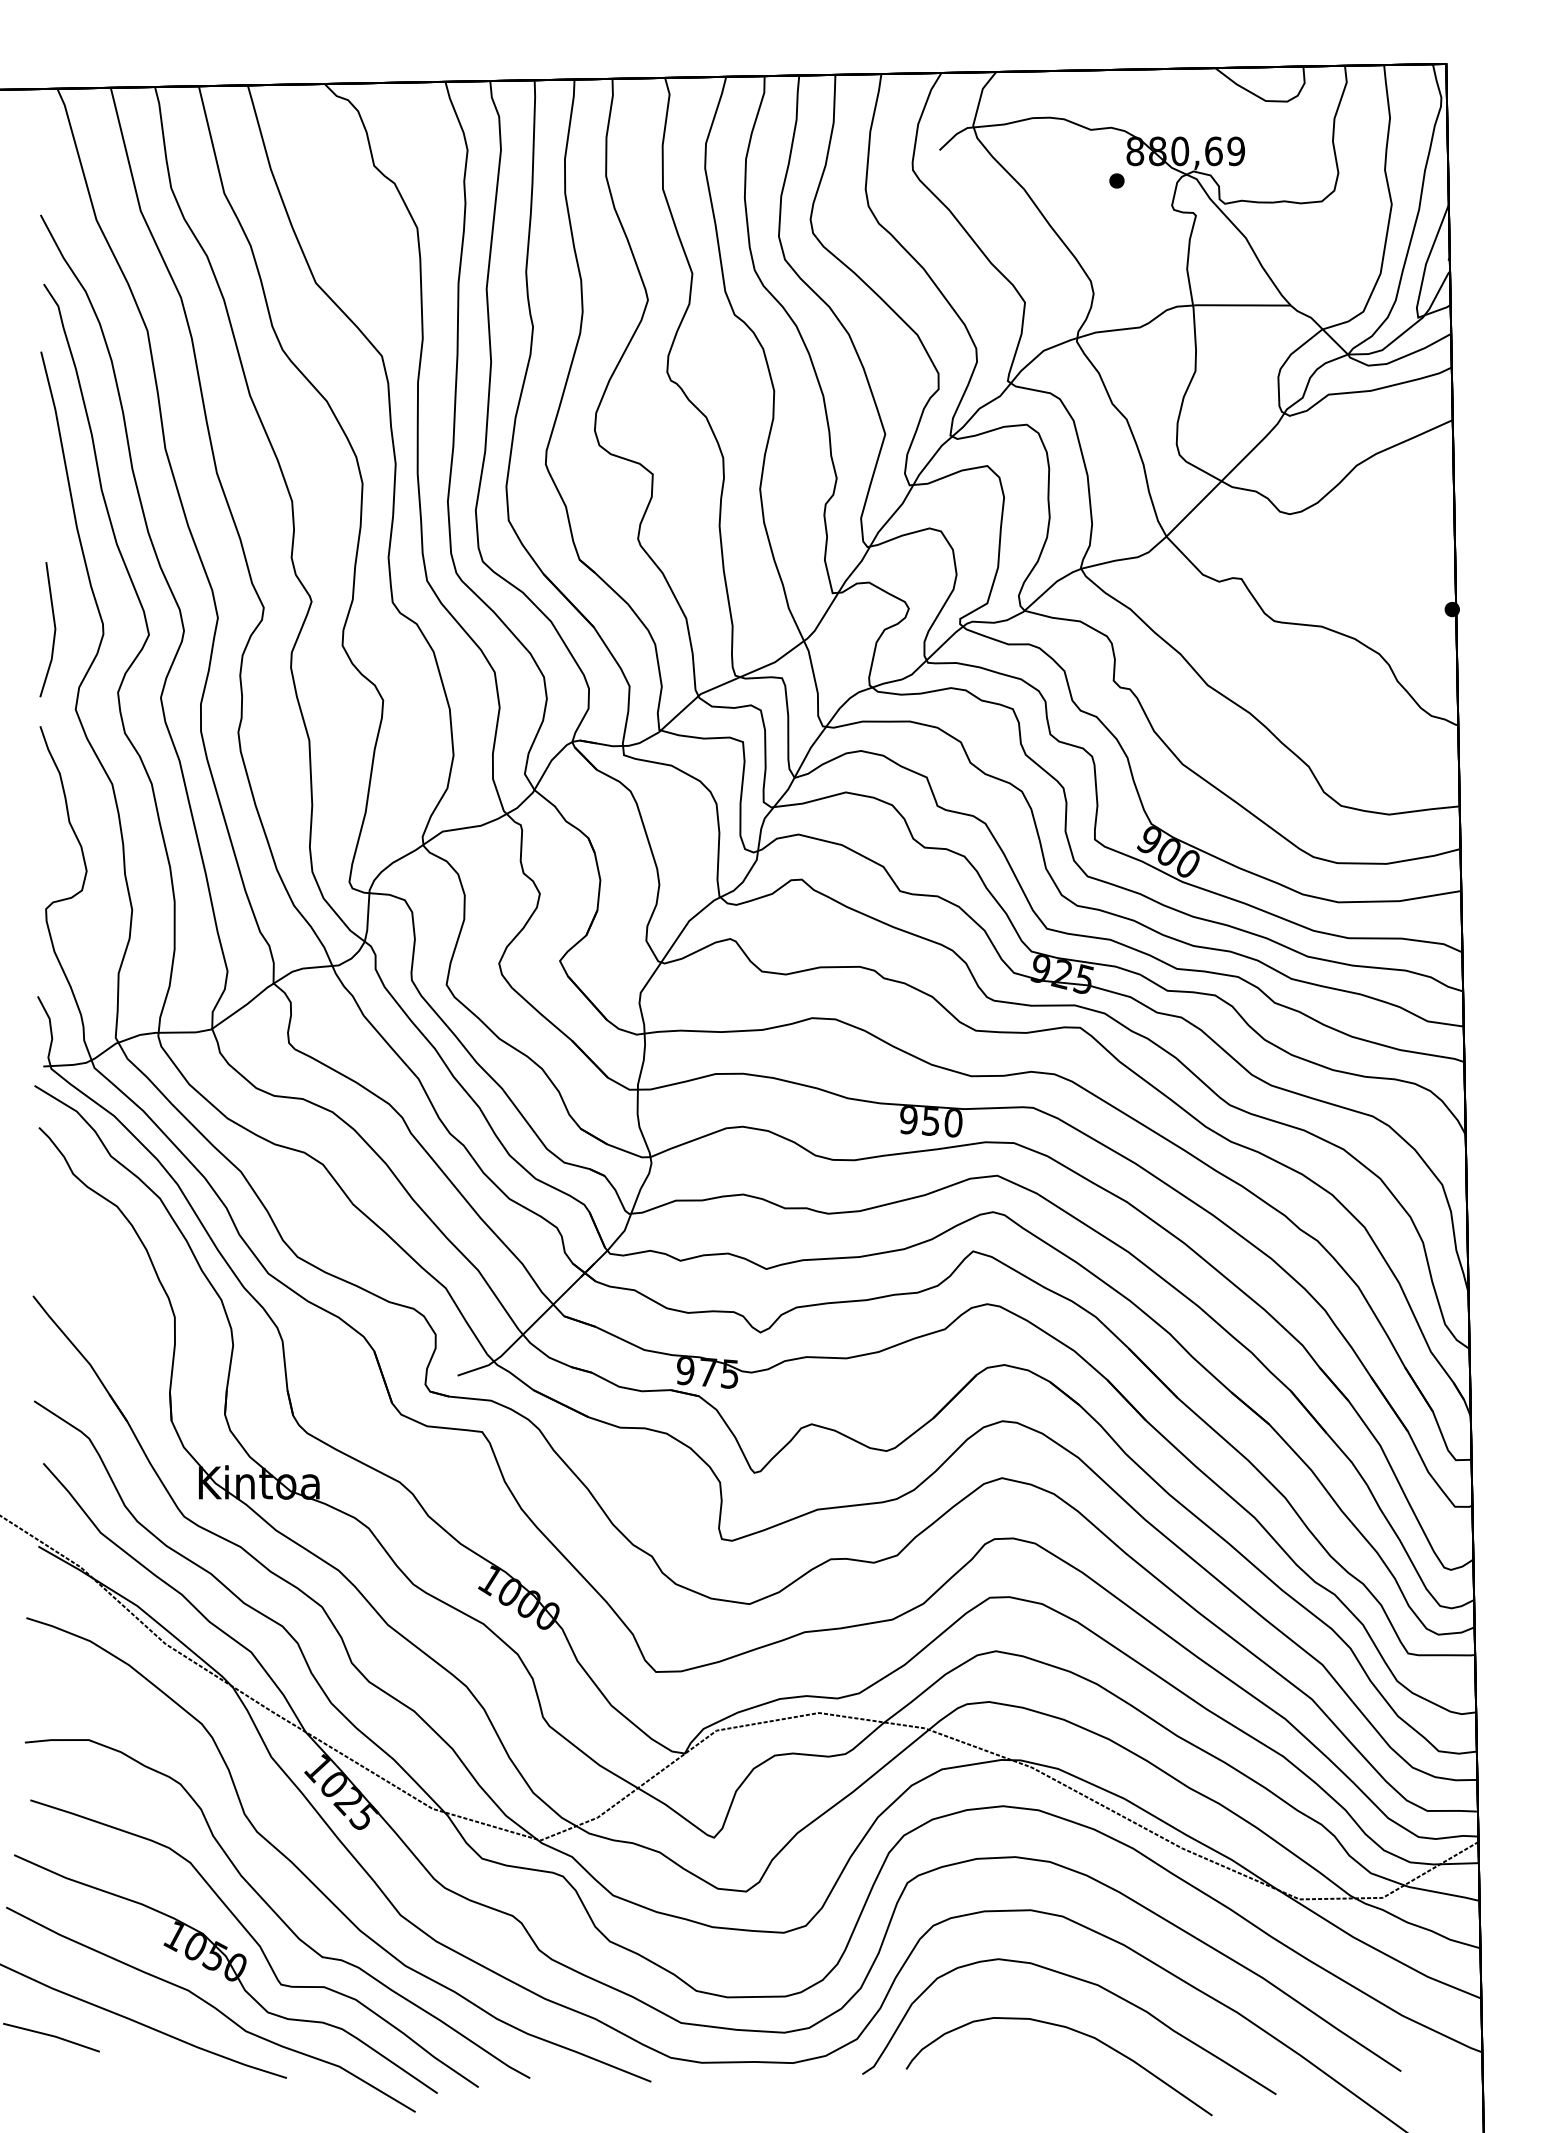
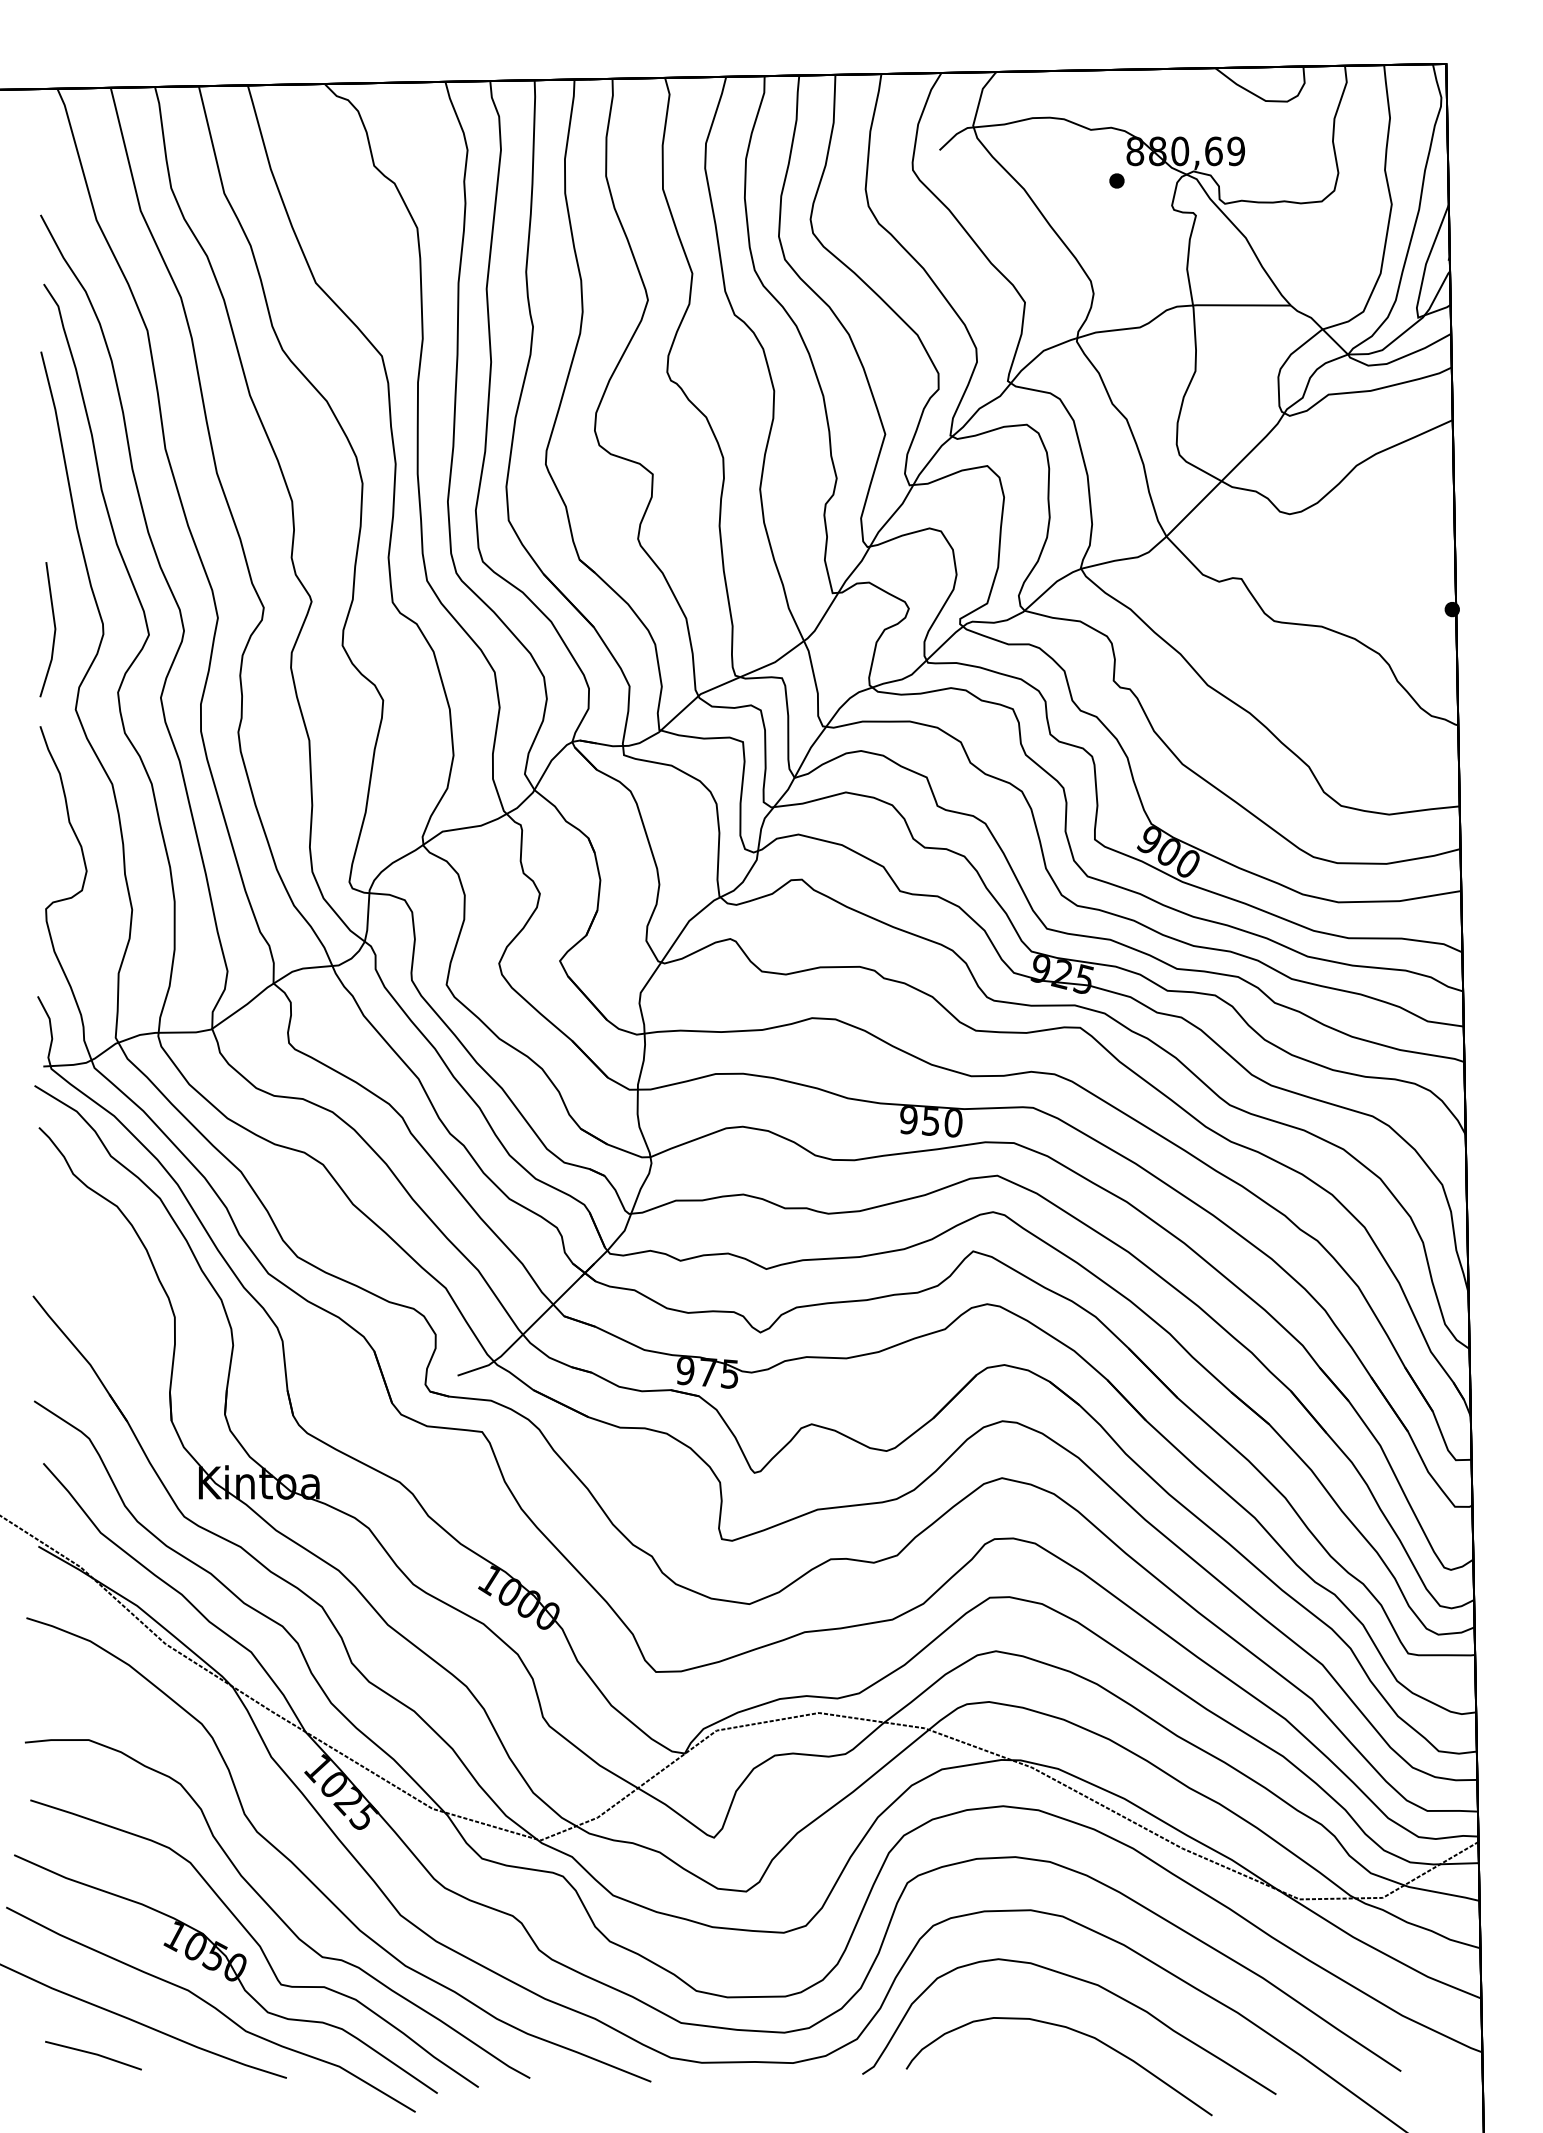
part at (51, 2037) position: (51, 2037) -> (93, 2055)
